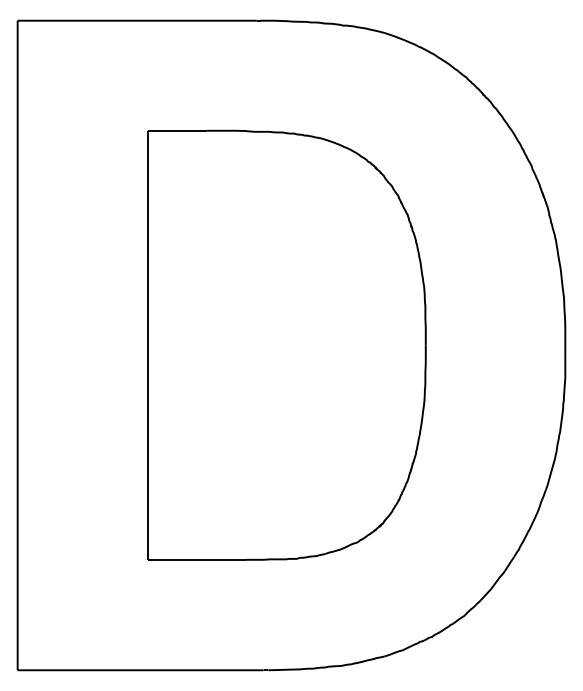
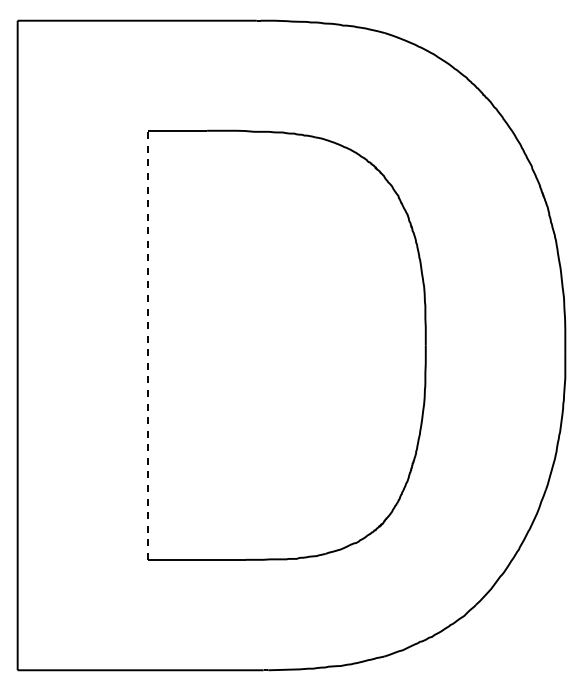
line at (147, 345): solid -> dashed
